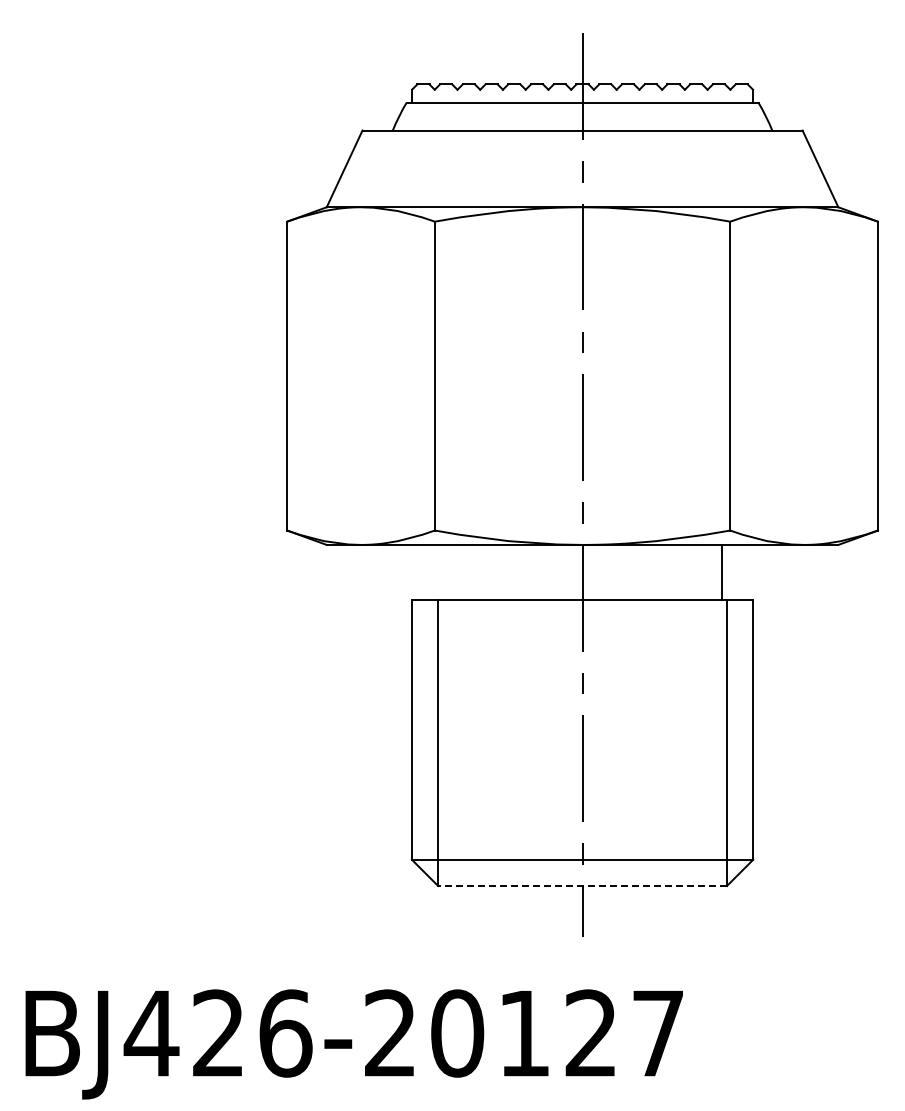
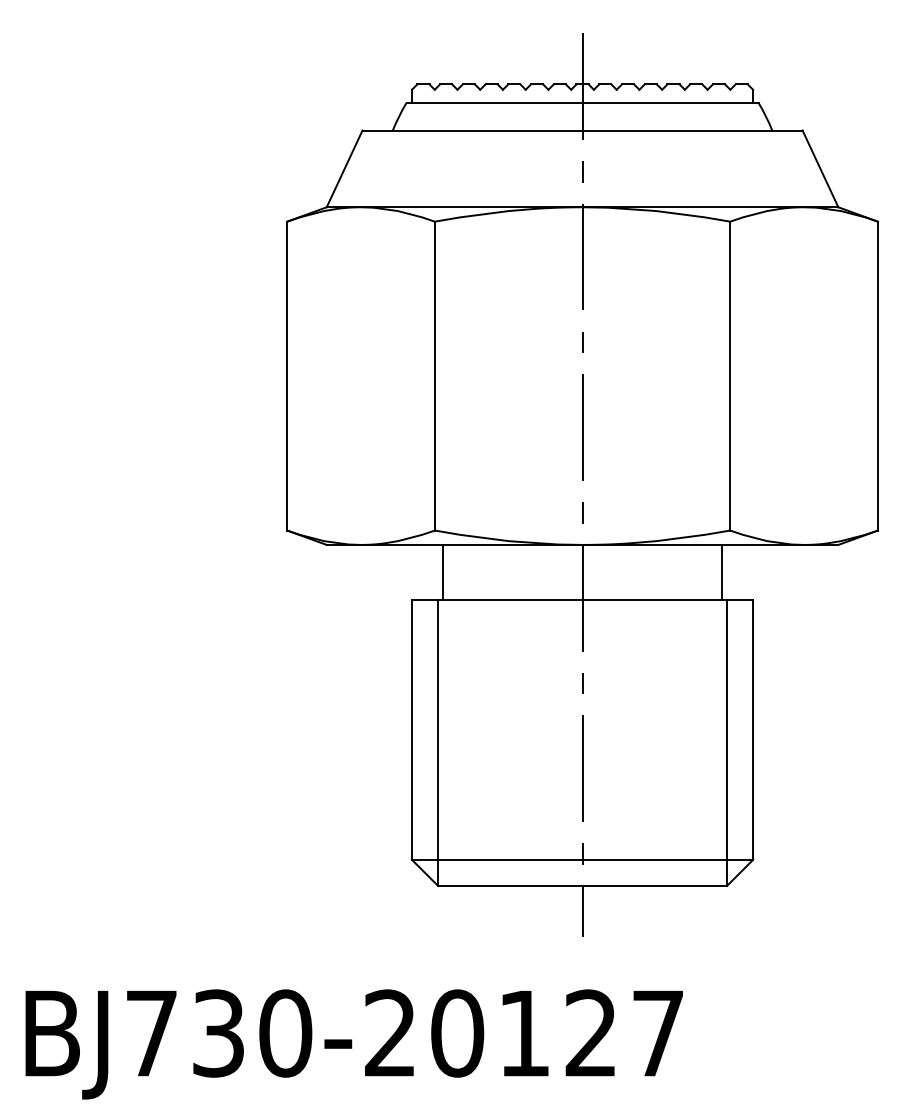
line at (442, 571): none -> present
line at (582, 886): dashed -> solid
text at (217, 1033): BJ426-20127 -> BJ730-20127
